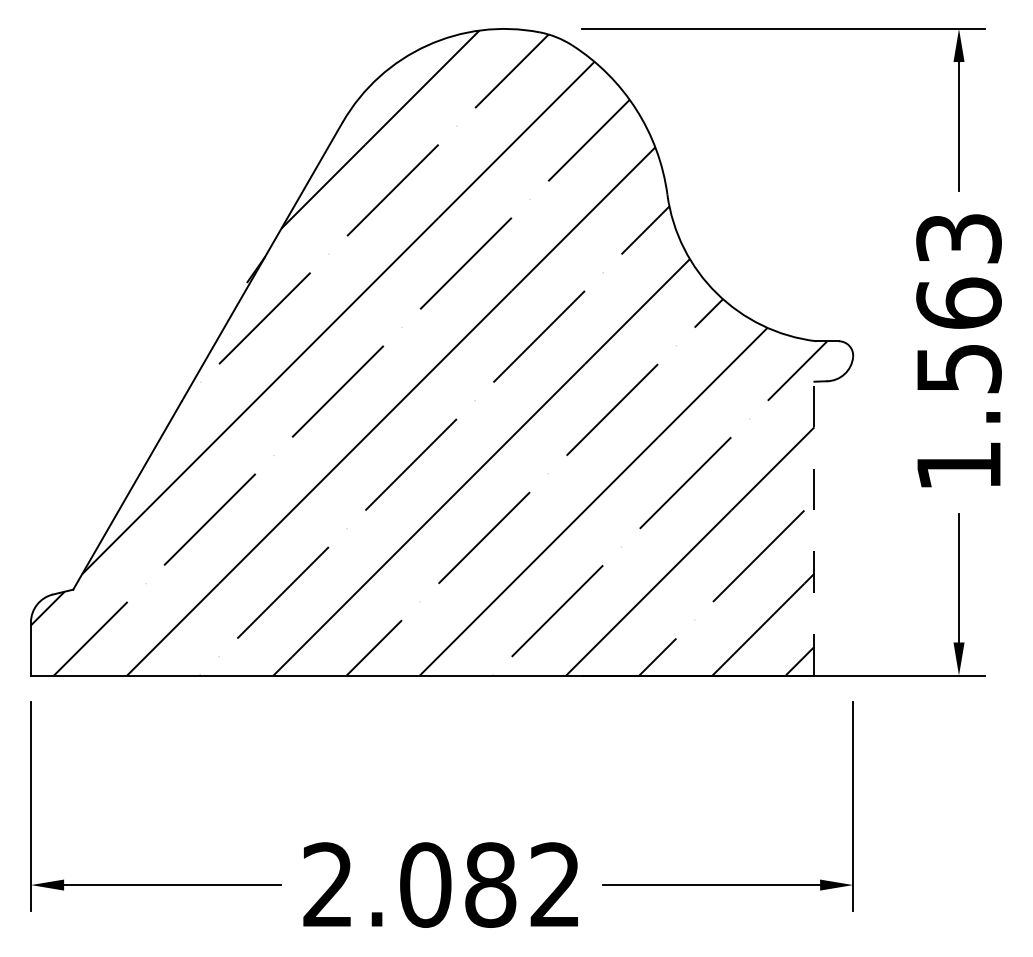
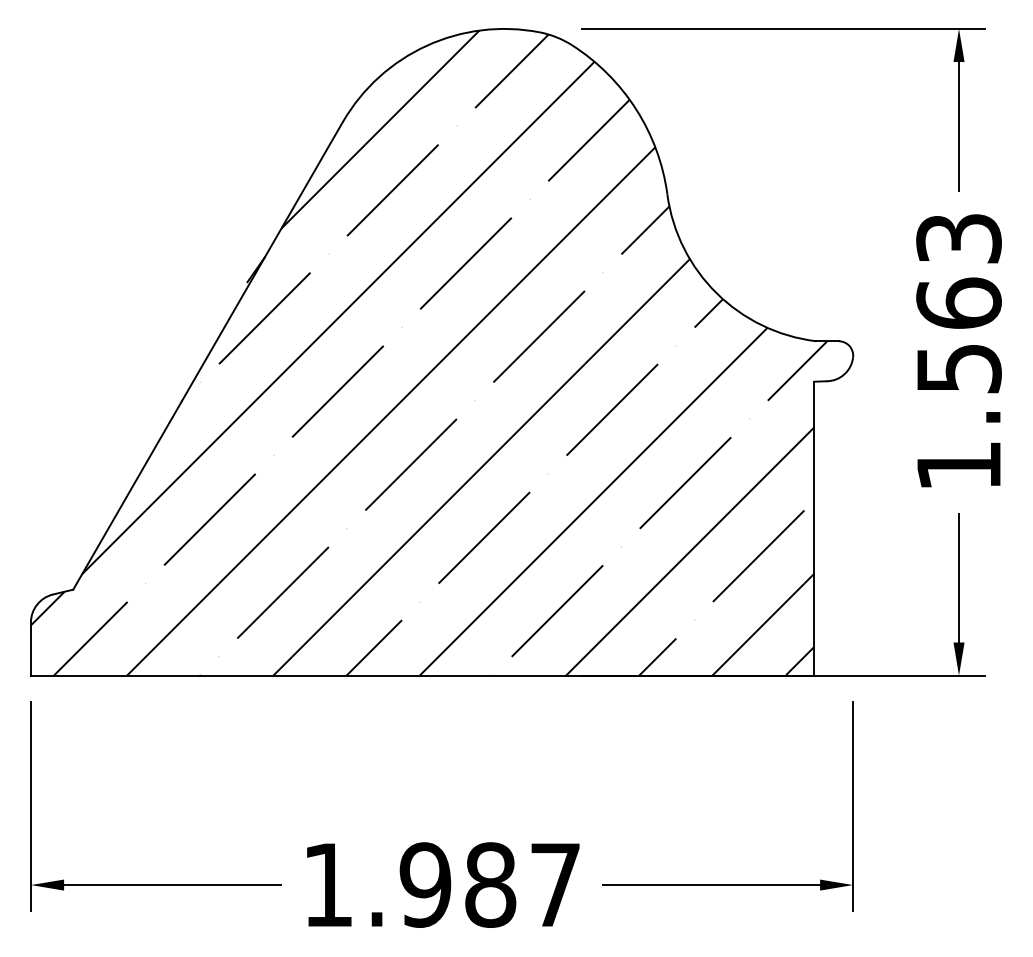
line at (814, 528): dashed -> solid
text at (441, 884): 2.082 -> 1.987
